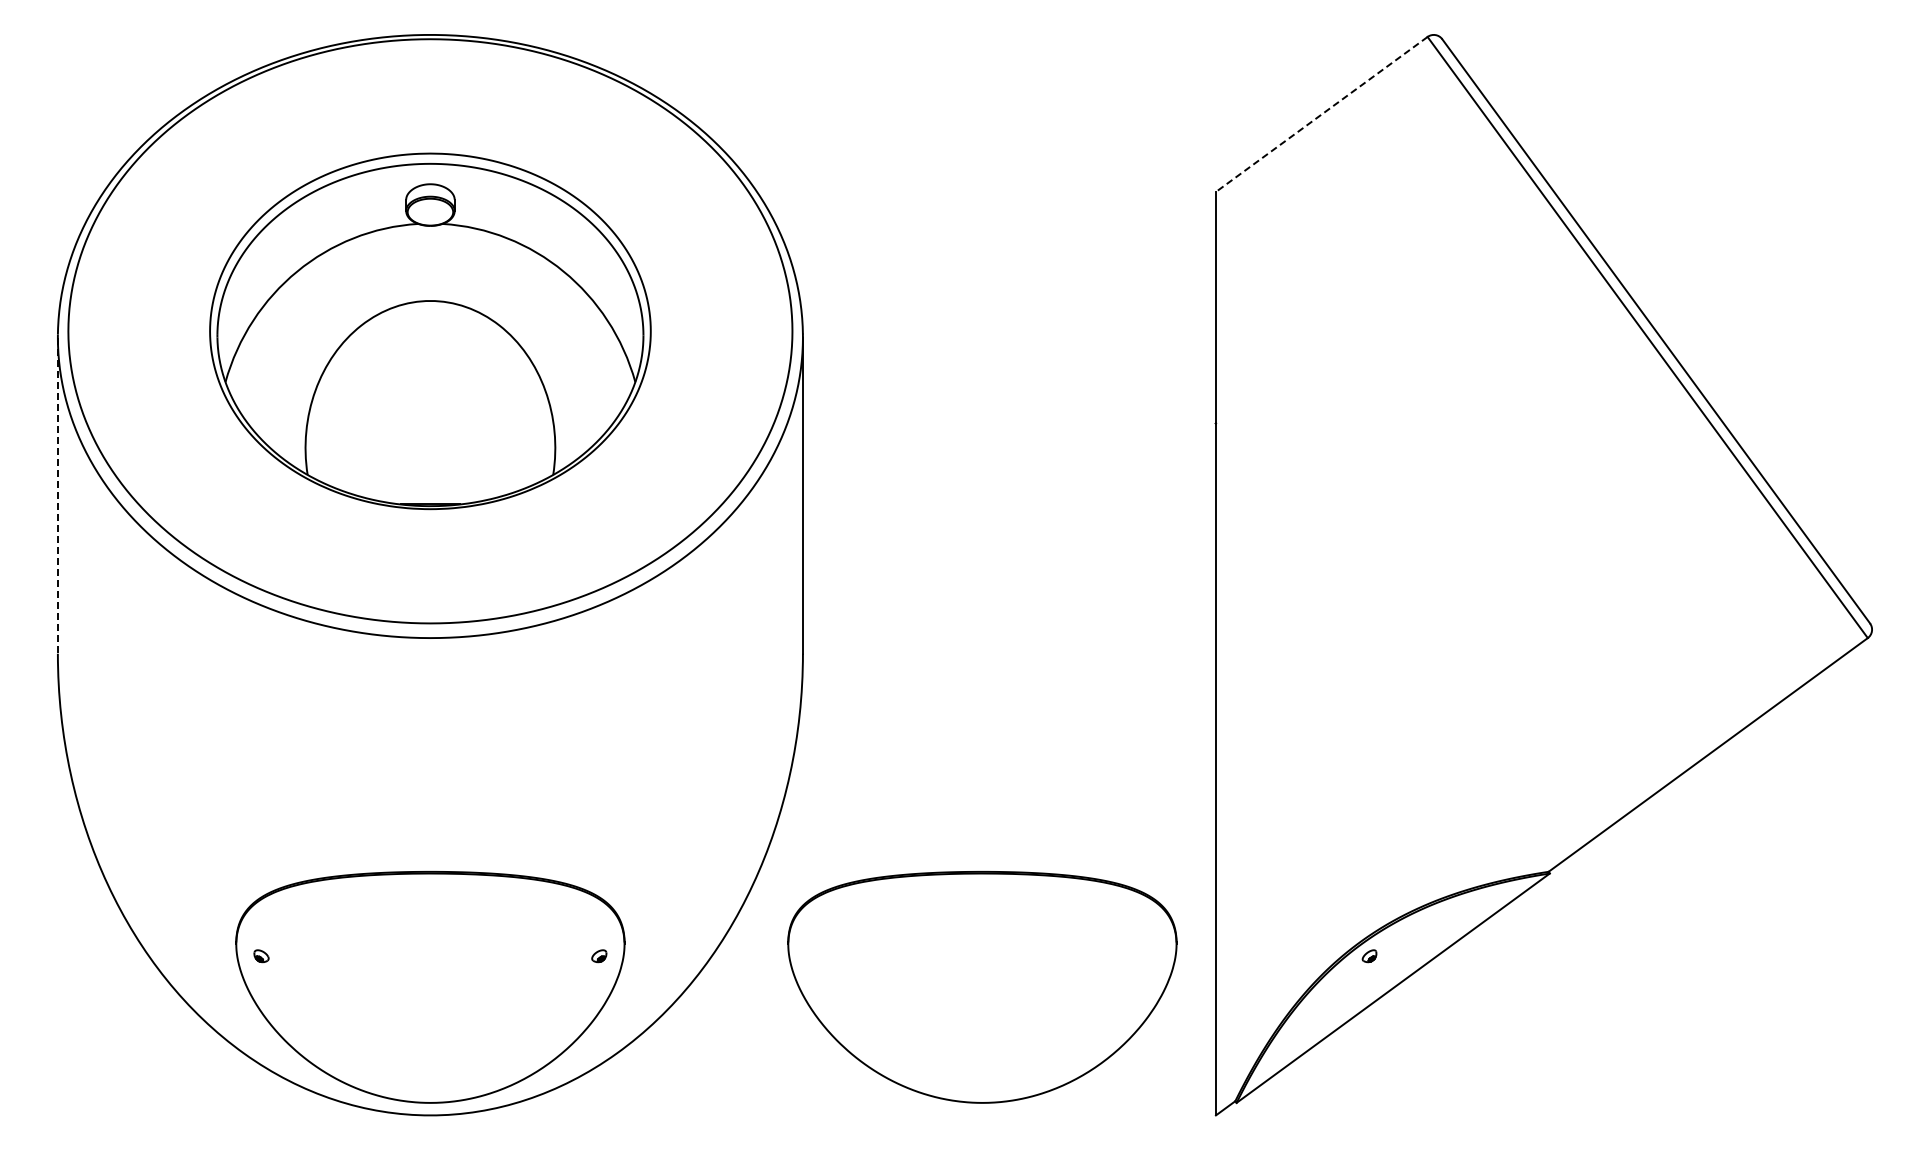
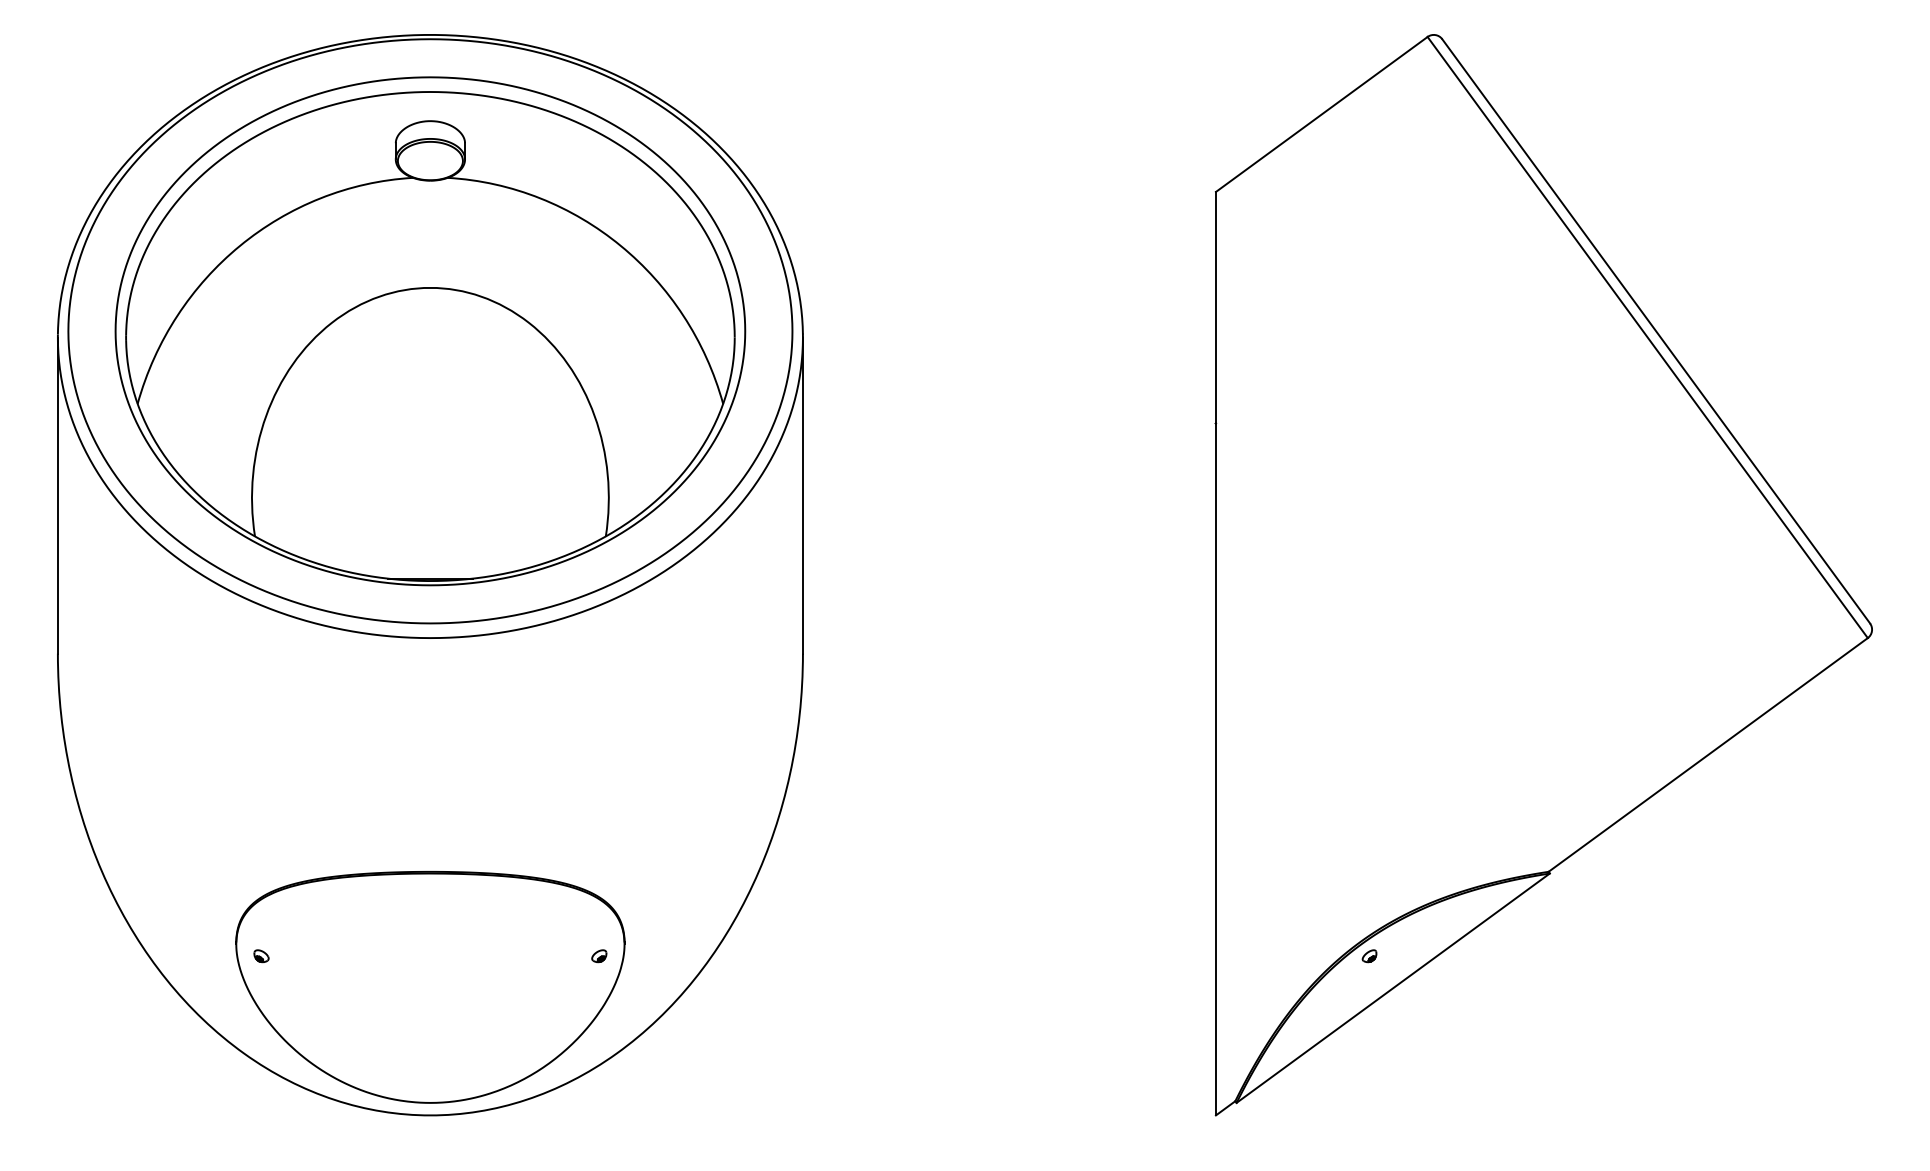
line at (1321, 114): dashed -> solid
part at (430, 331) size: 443x359 px -> 633x511 px
line at (57, 496): dashed -> solid
part at (982, 987): present -> none
